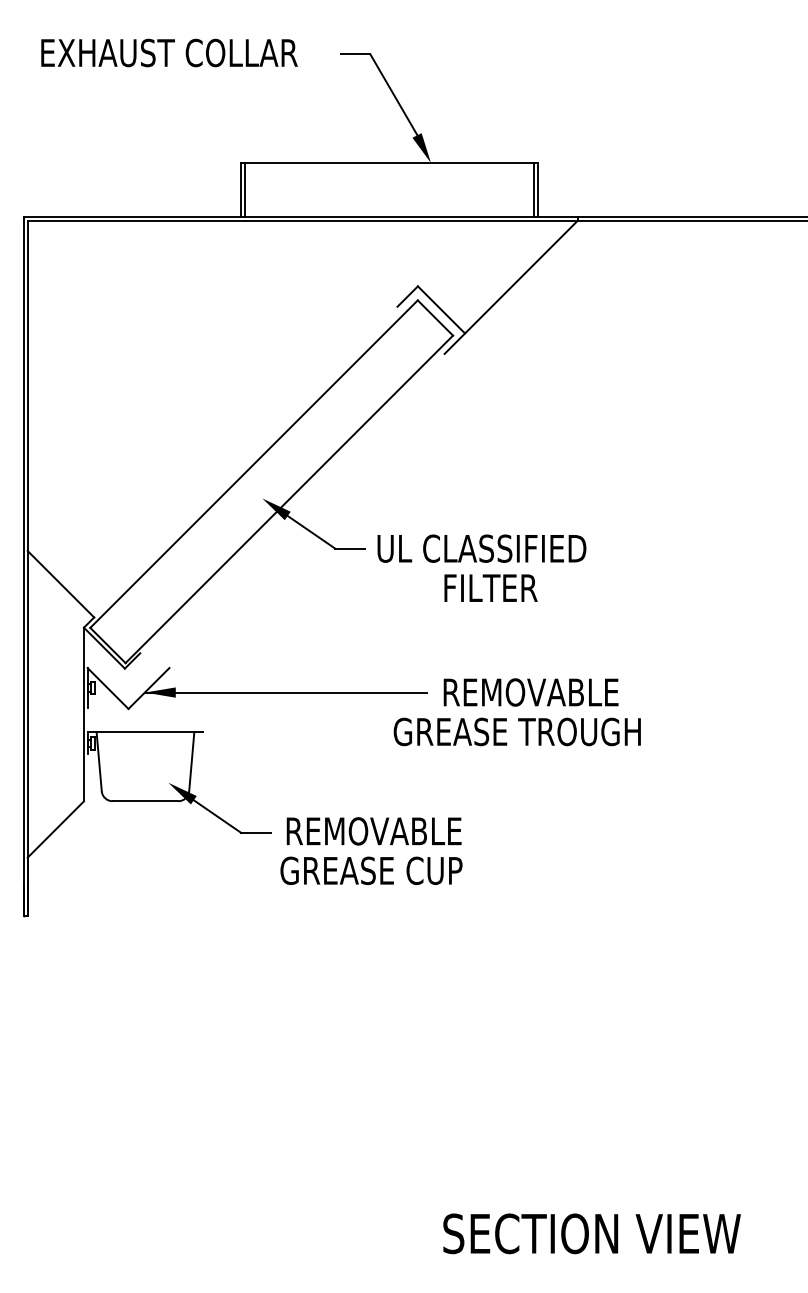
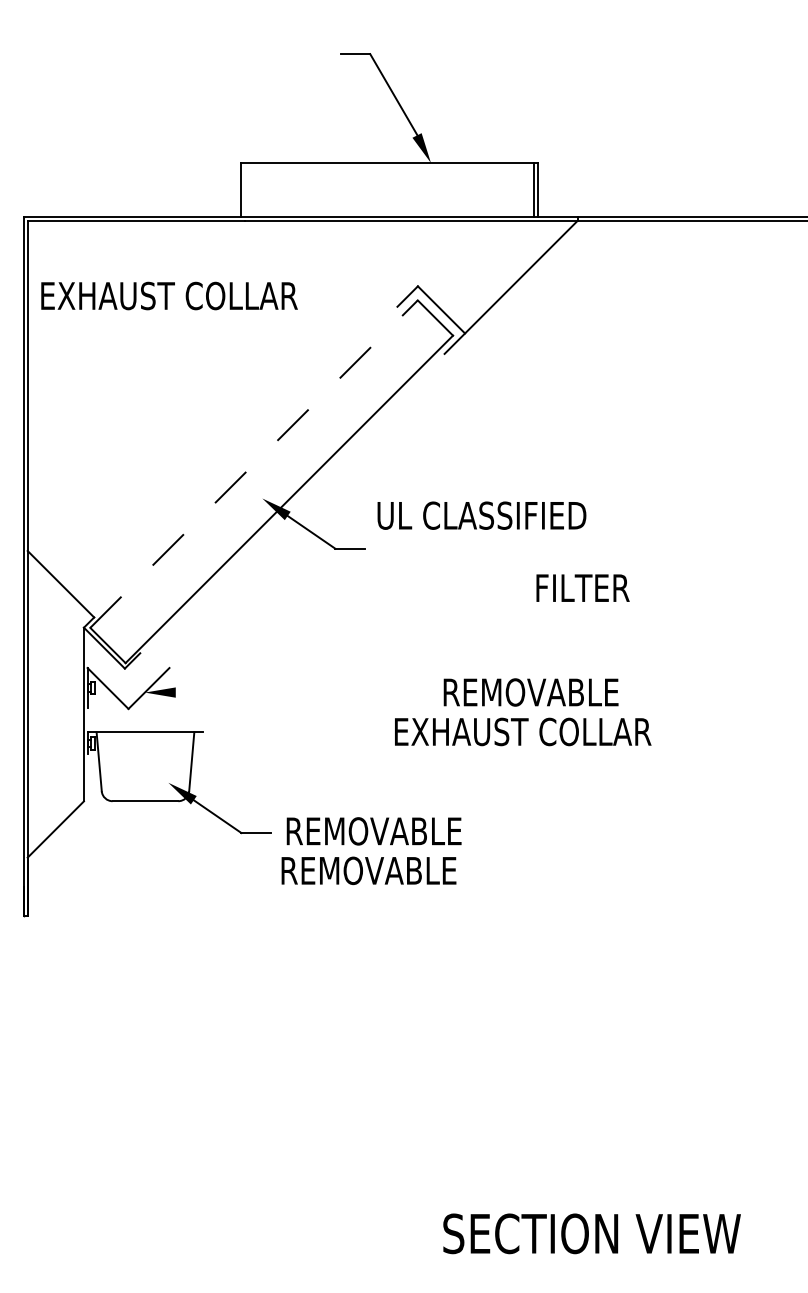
text at (169, 52) position: (169, 52) -> (169, 295)
line at (244, 190): present -> none
line at (254, 464): solid -> dashed
text at (481, 548) position: (481, 548) -> (481, 515)
text at (490, 587) position: (490, 587) -> (582, 587)
line at (285, 692): present -> none
text at (522, 731): GREASE TROUGH -> EXHAUST COLLAR
text at (371, 870): GREASE CUP -> REMOVABLE
